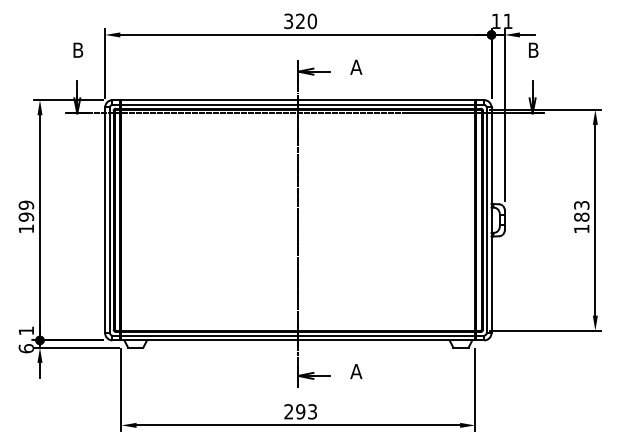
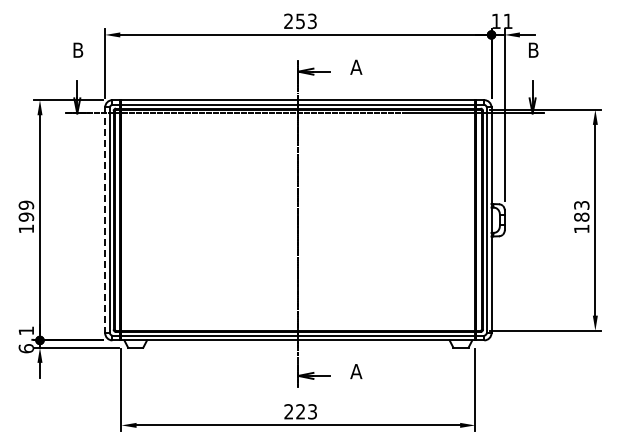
text at (300, 21): 320 -> 253
line at (105, 220): solid -> dashed
text at (300, 411): 293 -> 223
